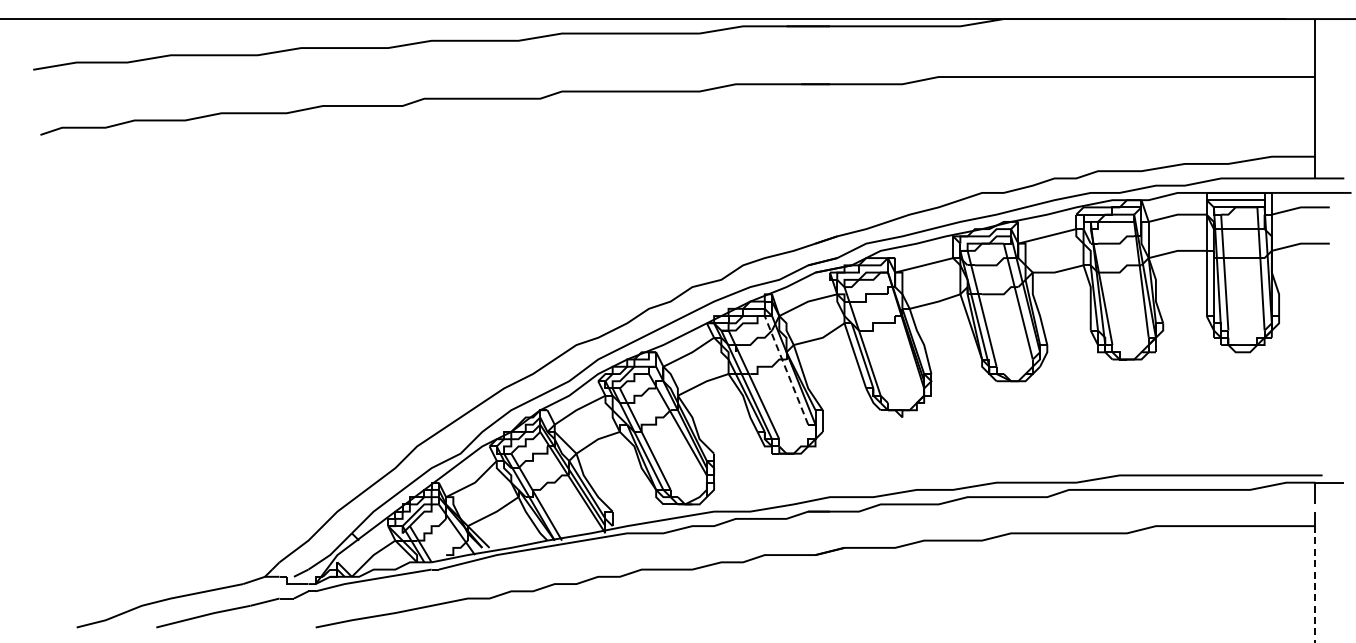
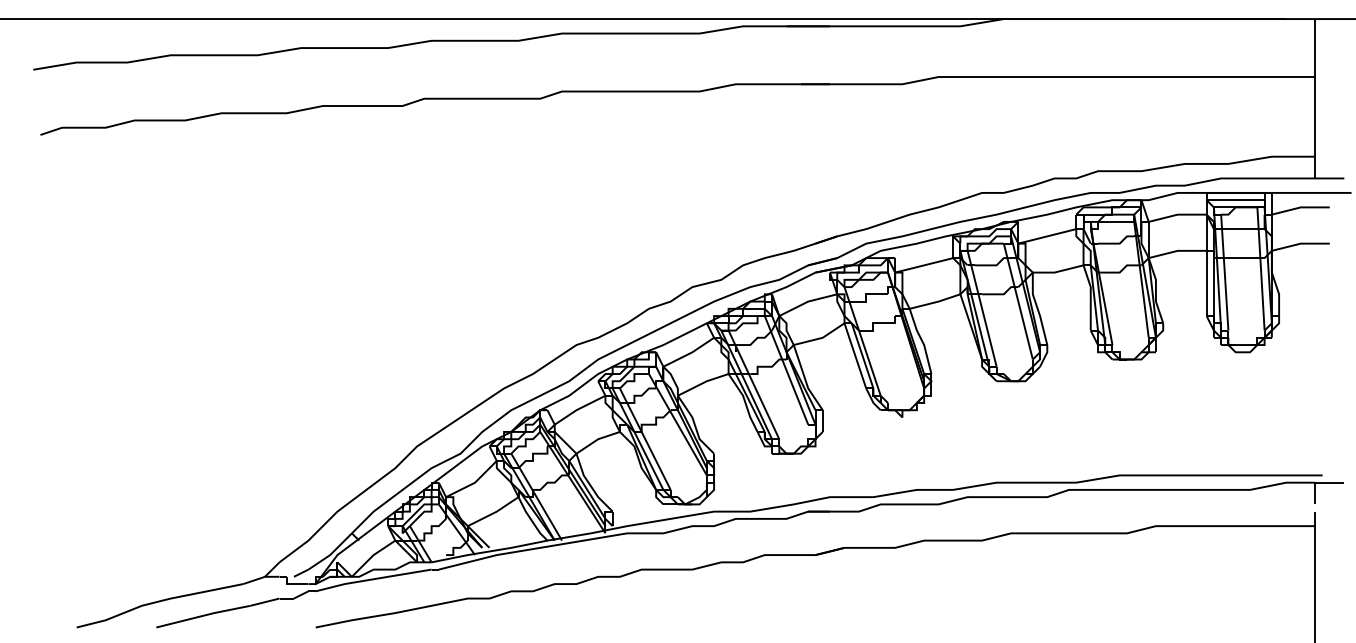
line at (786, 369): dashed -> solid
line at (1315, 584): dashed -> solid
